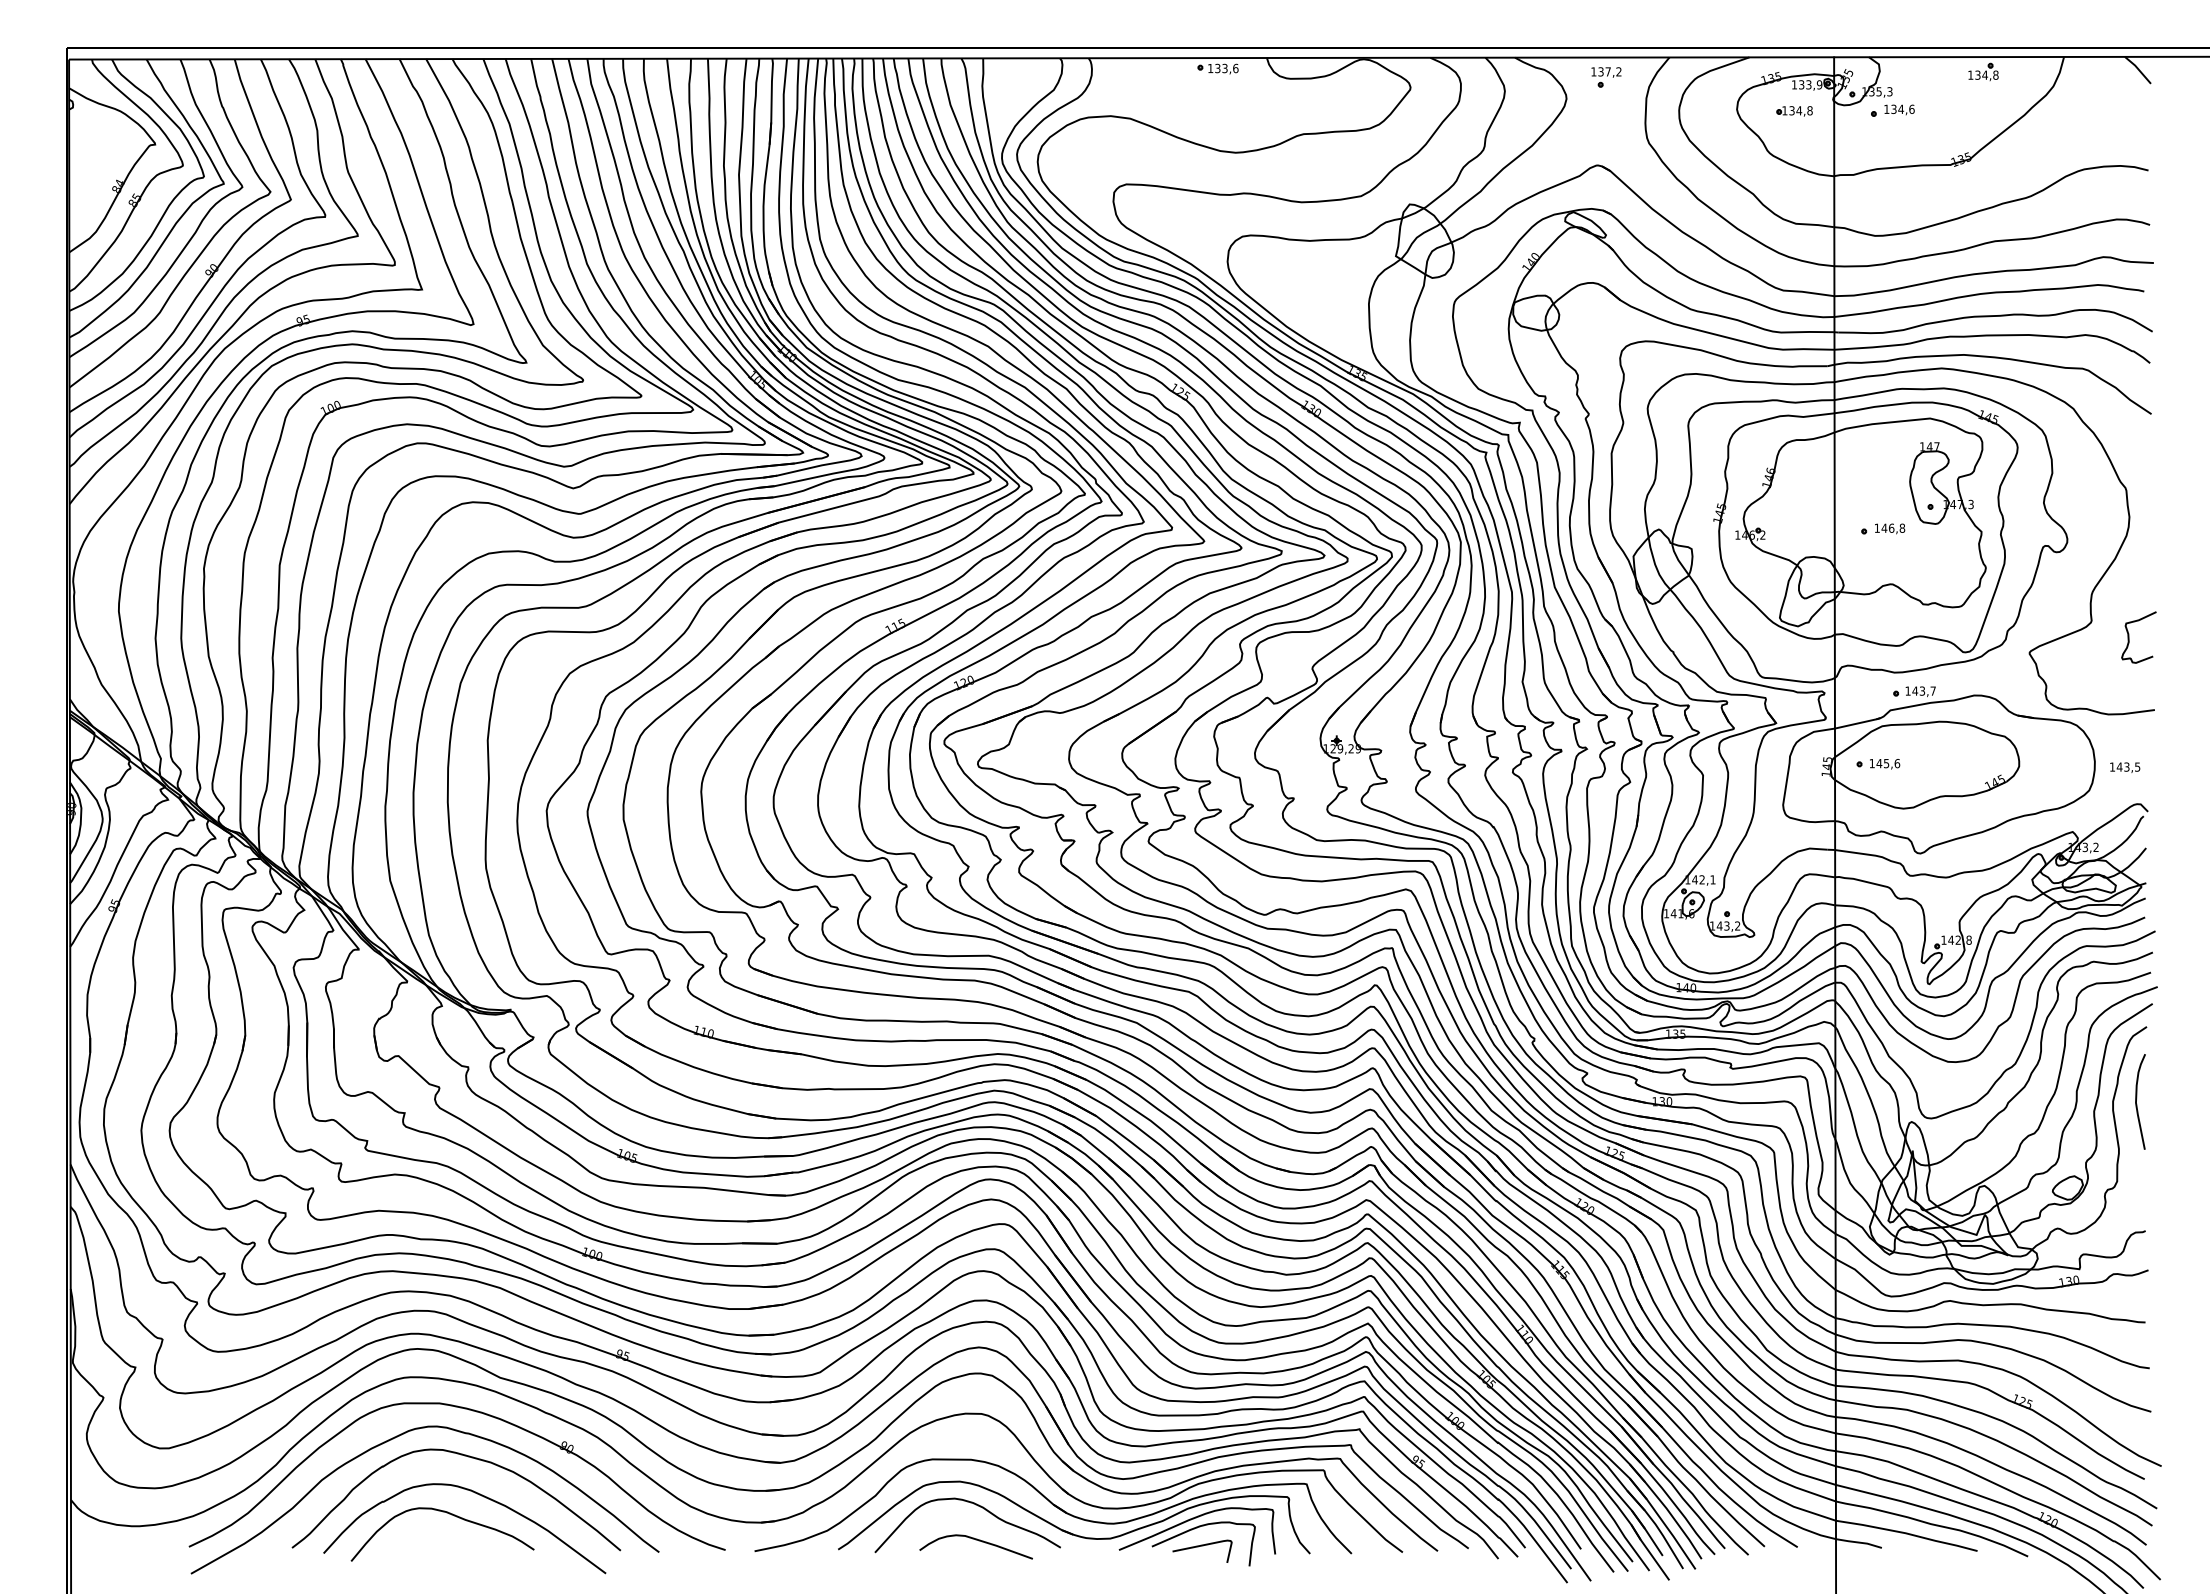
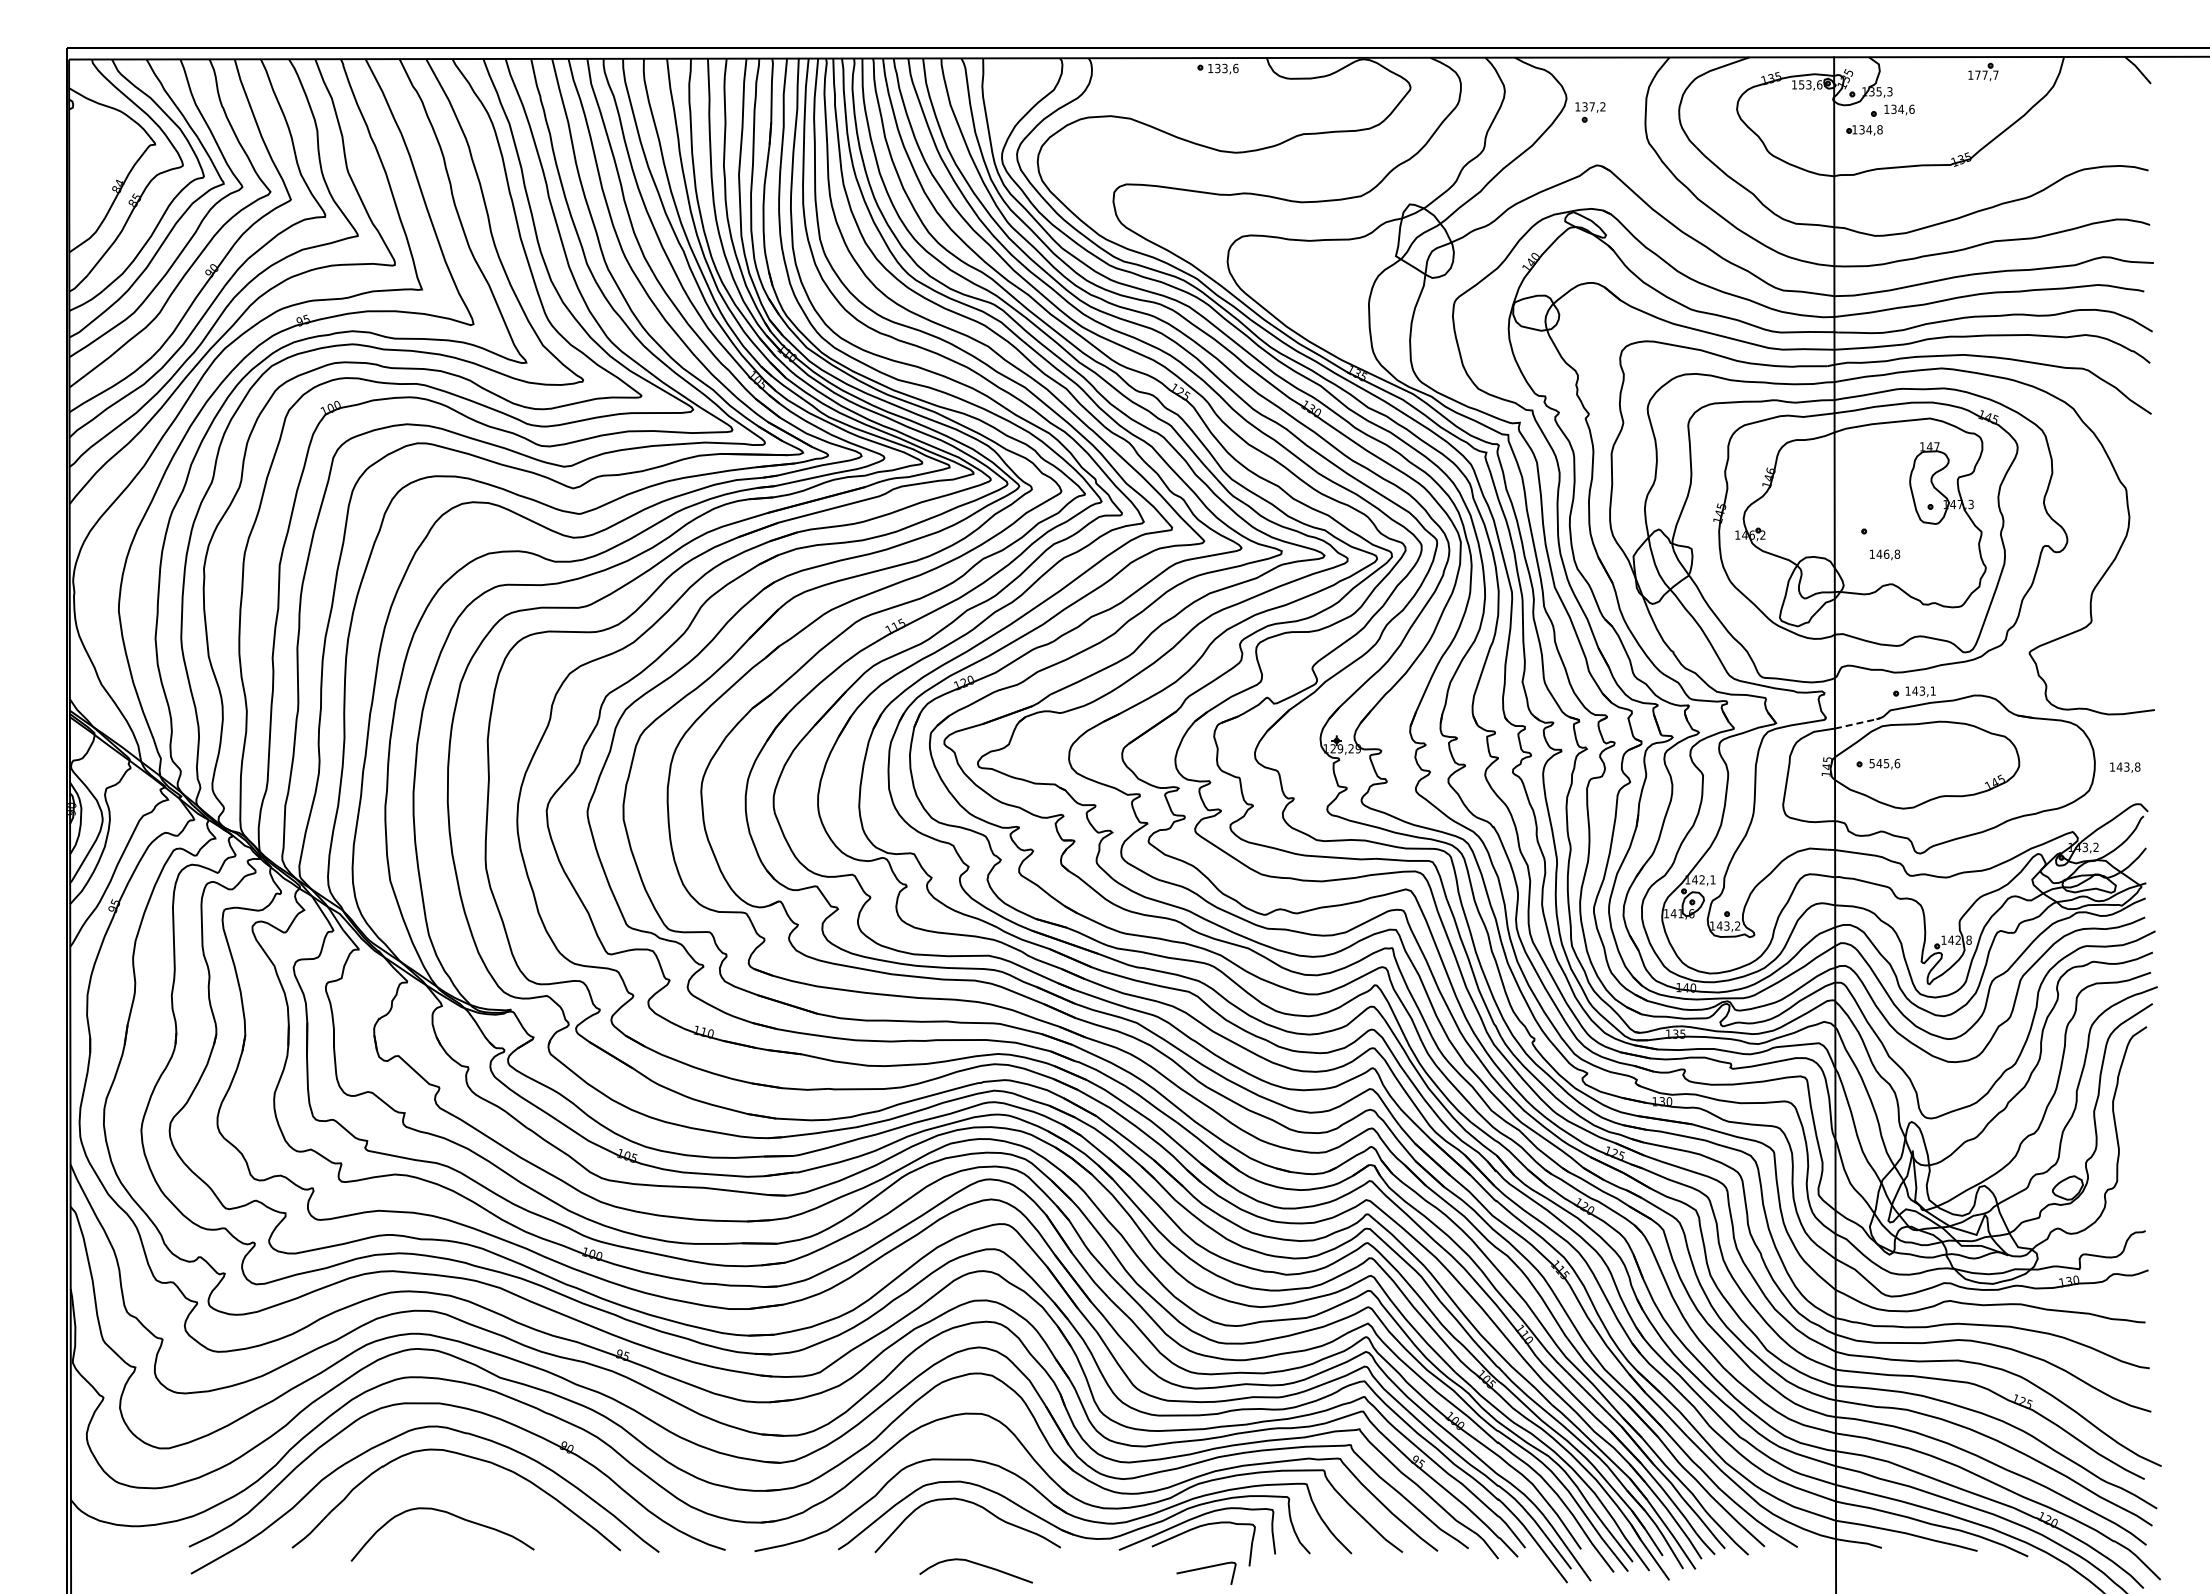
text at (1986, 74): 134,8 -> 177,7
part at (1606, 77) position: (1606, 77) -> (1590, 112)
text at (1810, 84): 133,9 -> 153,6
part at (1794, 111) position: (1794, 111) -> (1864, 130)
text at (1890, 528) position: (1890, 528) -> (1885, 554)
curve at (2129, 637): present -> none
text at (1932, 690): 143,7 -> 143,1
line at (1859, 723): solid -> dashed
text at (1871, 763): 145,6 -> 545,6
text at (2137, 766): 143,5 -> 143,8
curve at (2136, 1101): present -> none
curve at (481, 1496): present -> none
curve at (978, 1541) position: (978, 1541) -> (978, 1565)
curve at (1202, 1546) position: (1202, 1546) -> (1206, 1568)
